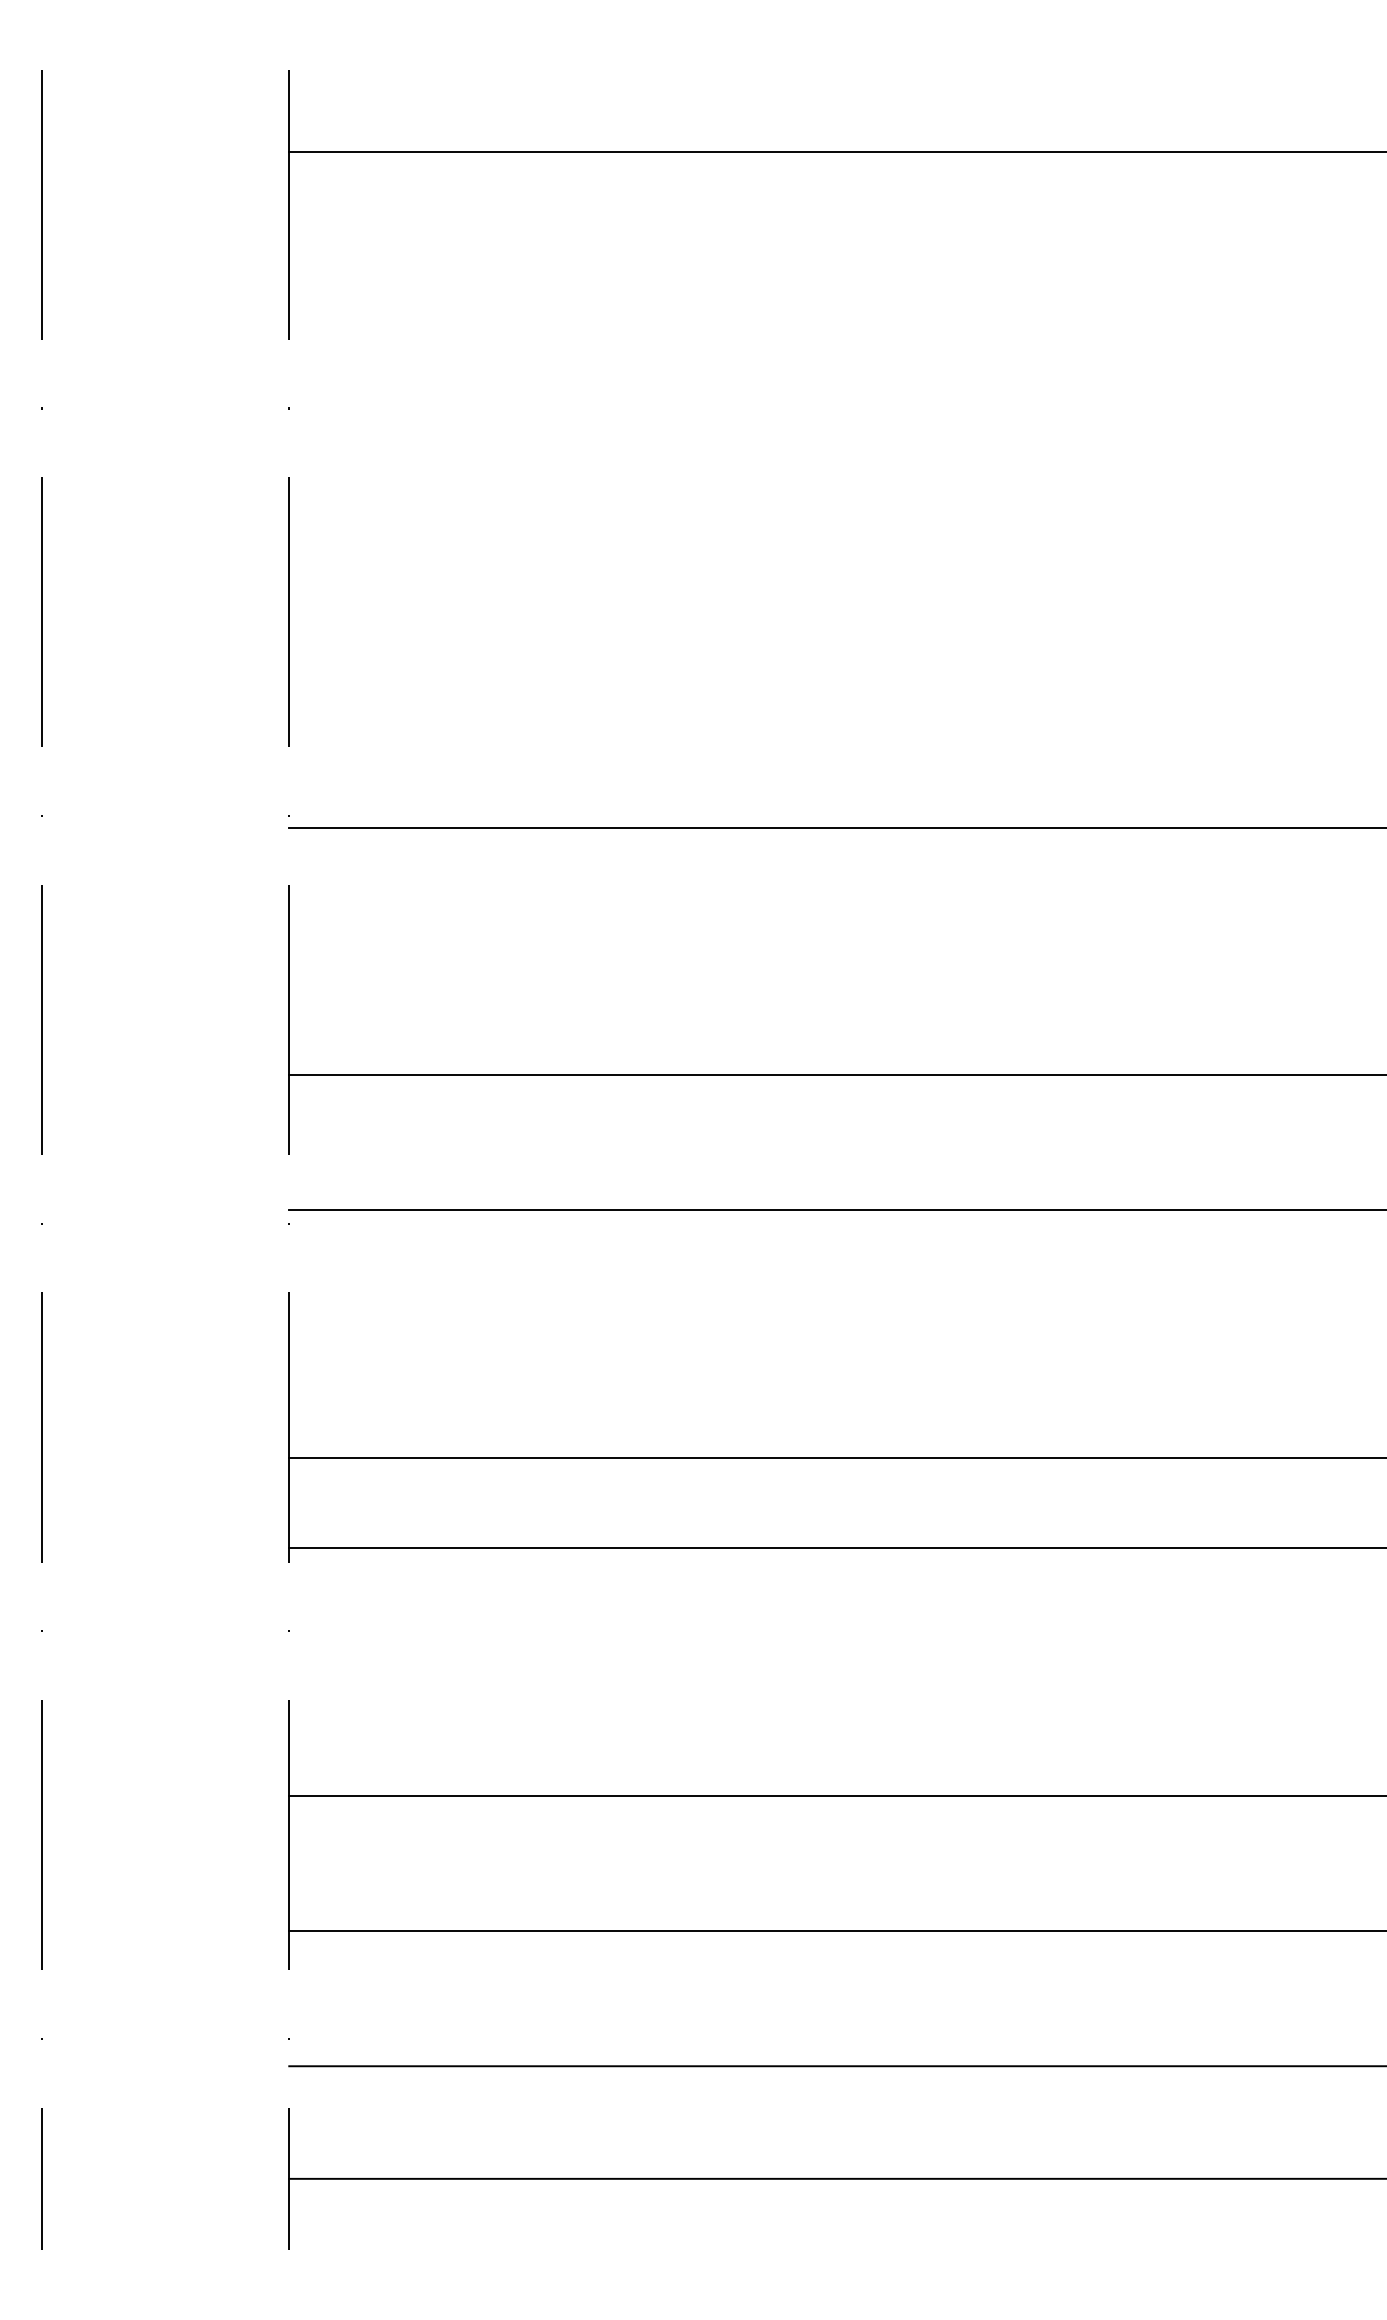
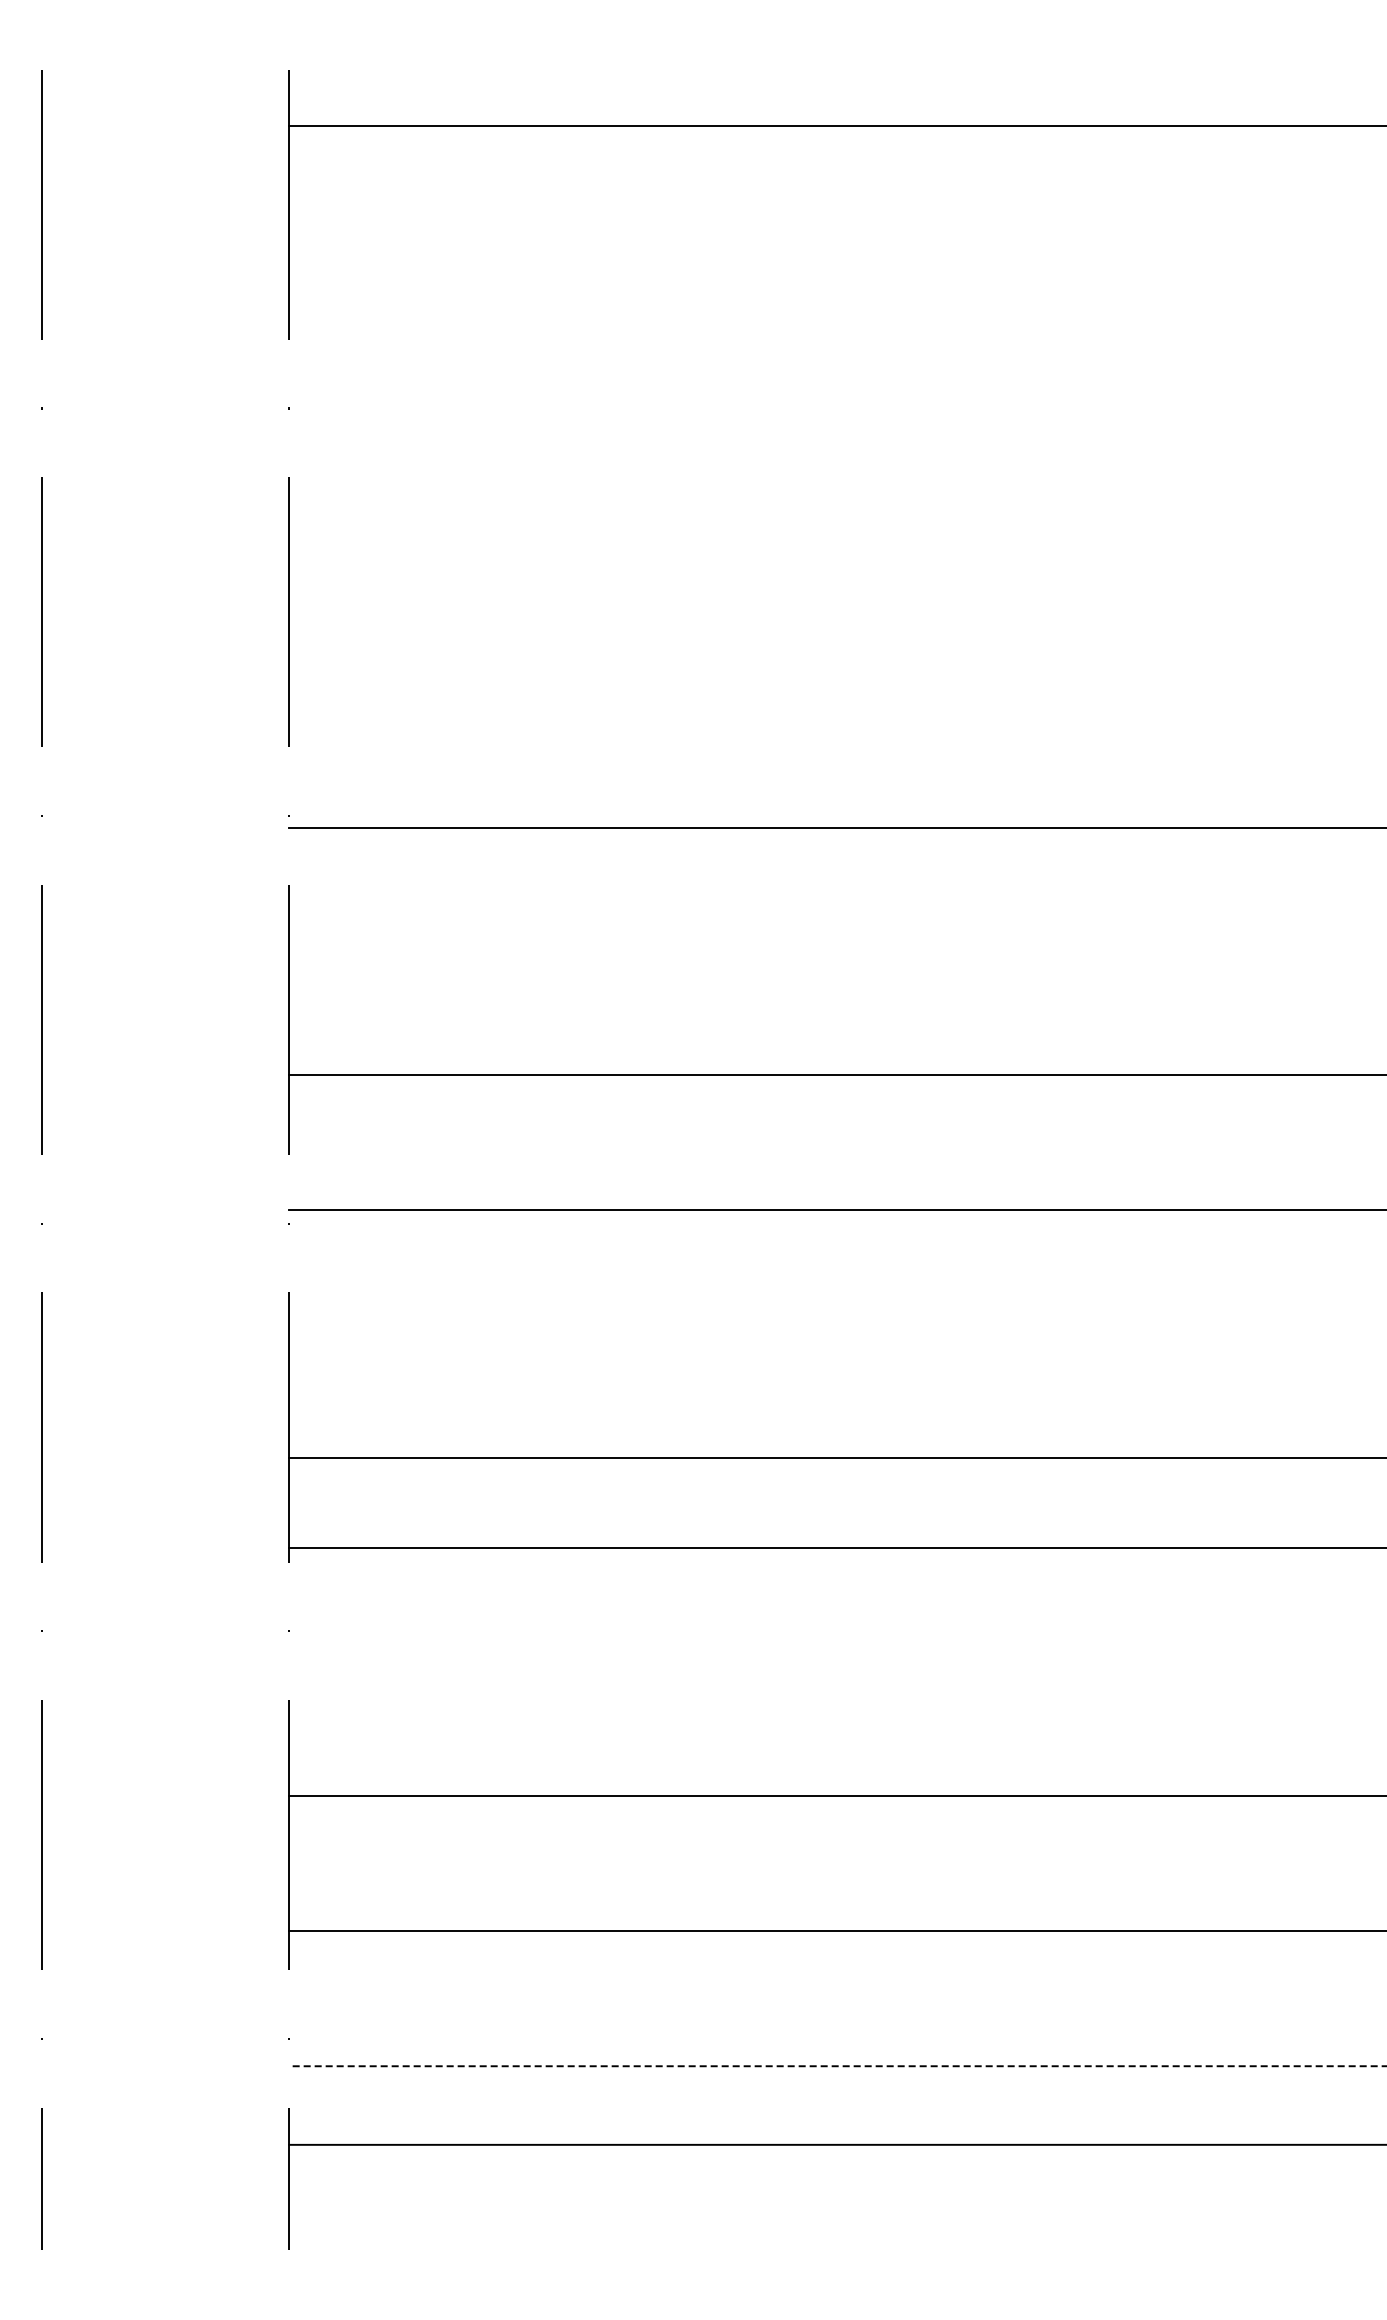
line at (836, 152) position: (836, 152) -> (836, 126)
line at (838, 2066): solid -> dashed
line at (836, 2178) position: (836, 2178) -> (836, 2144)
